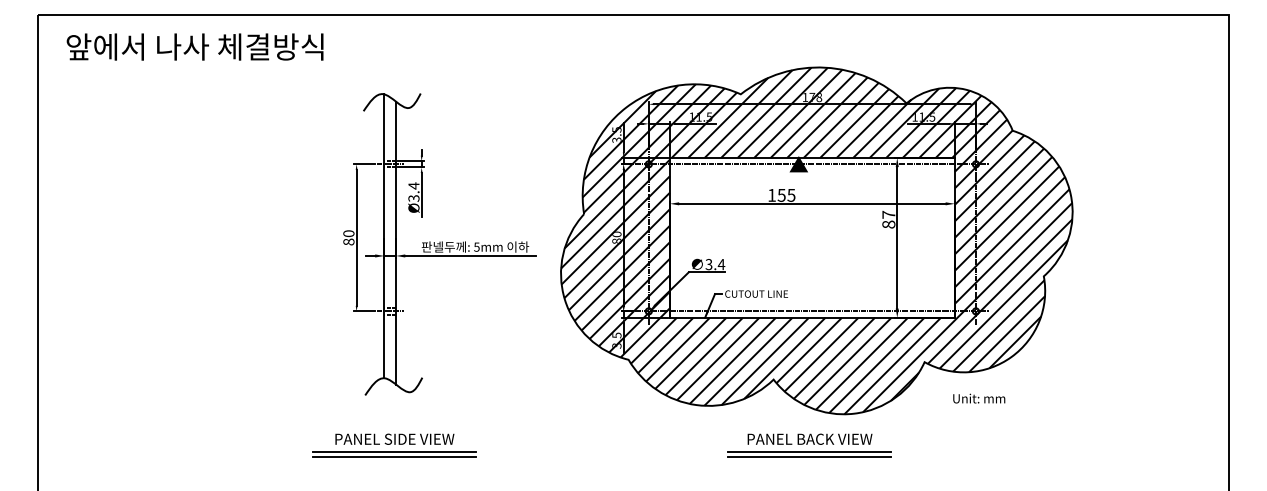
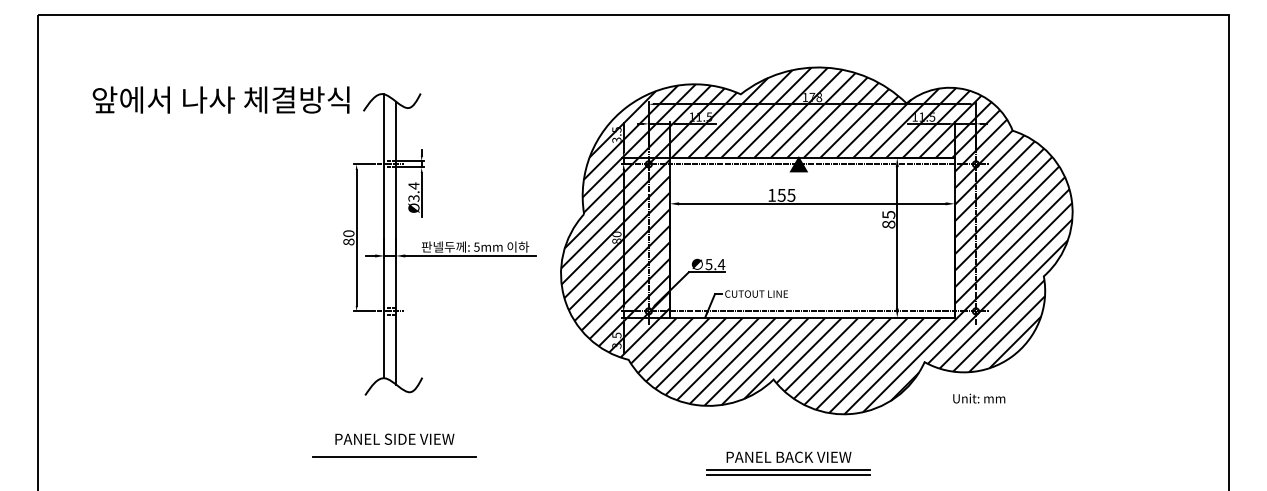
text at (194, 46) position: (194, 46) -> (220, 99)
text at (888, 214): 87 -> 85
text at (709, 264): 3.4 -> 5.4
part at (809, 445) position: (809, 445) -> (788, 463)
line at (394, 451): present -> none
